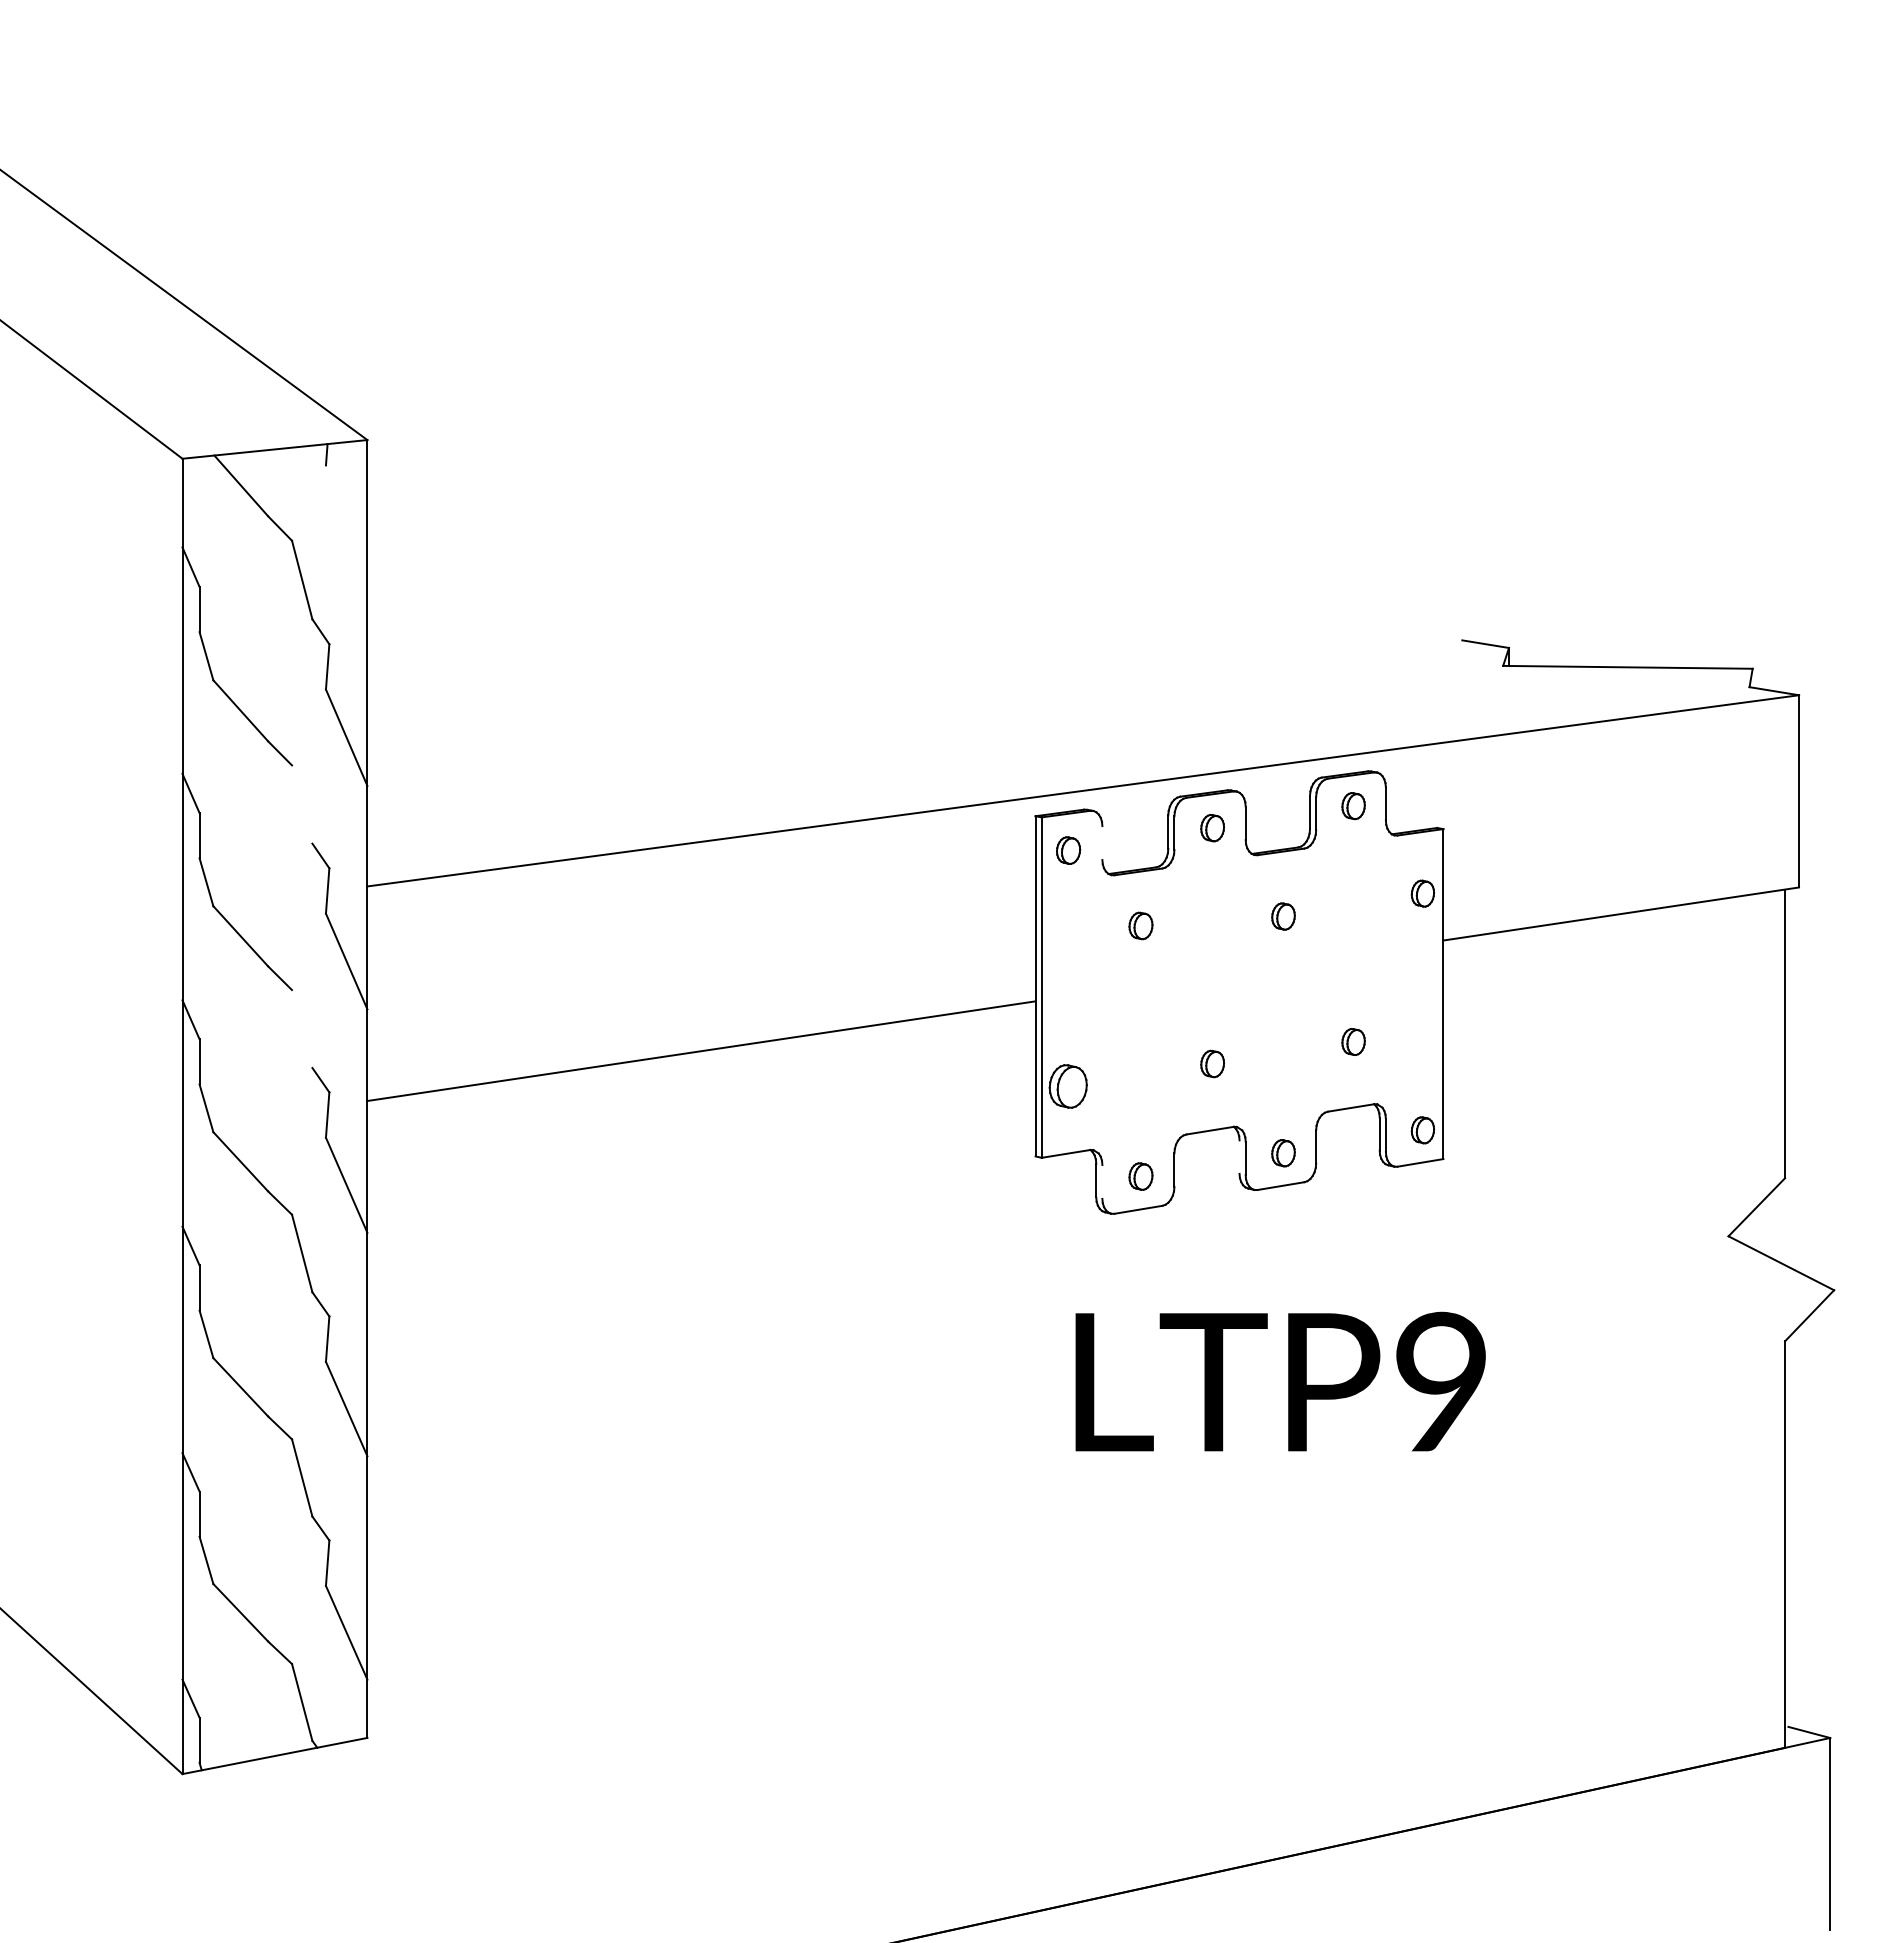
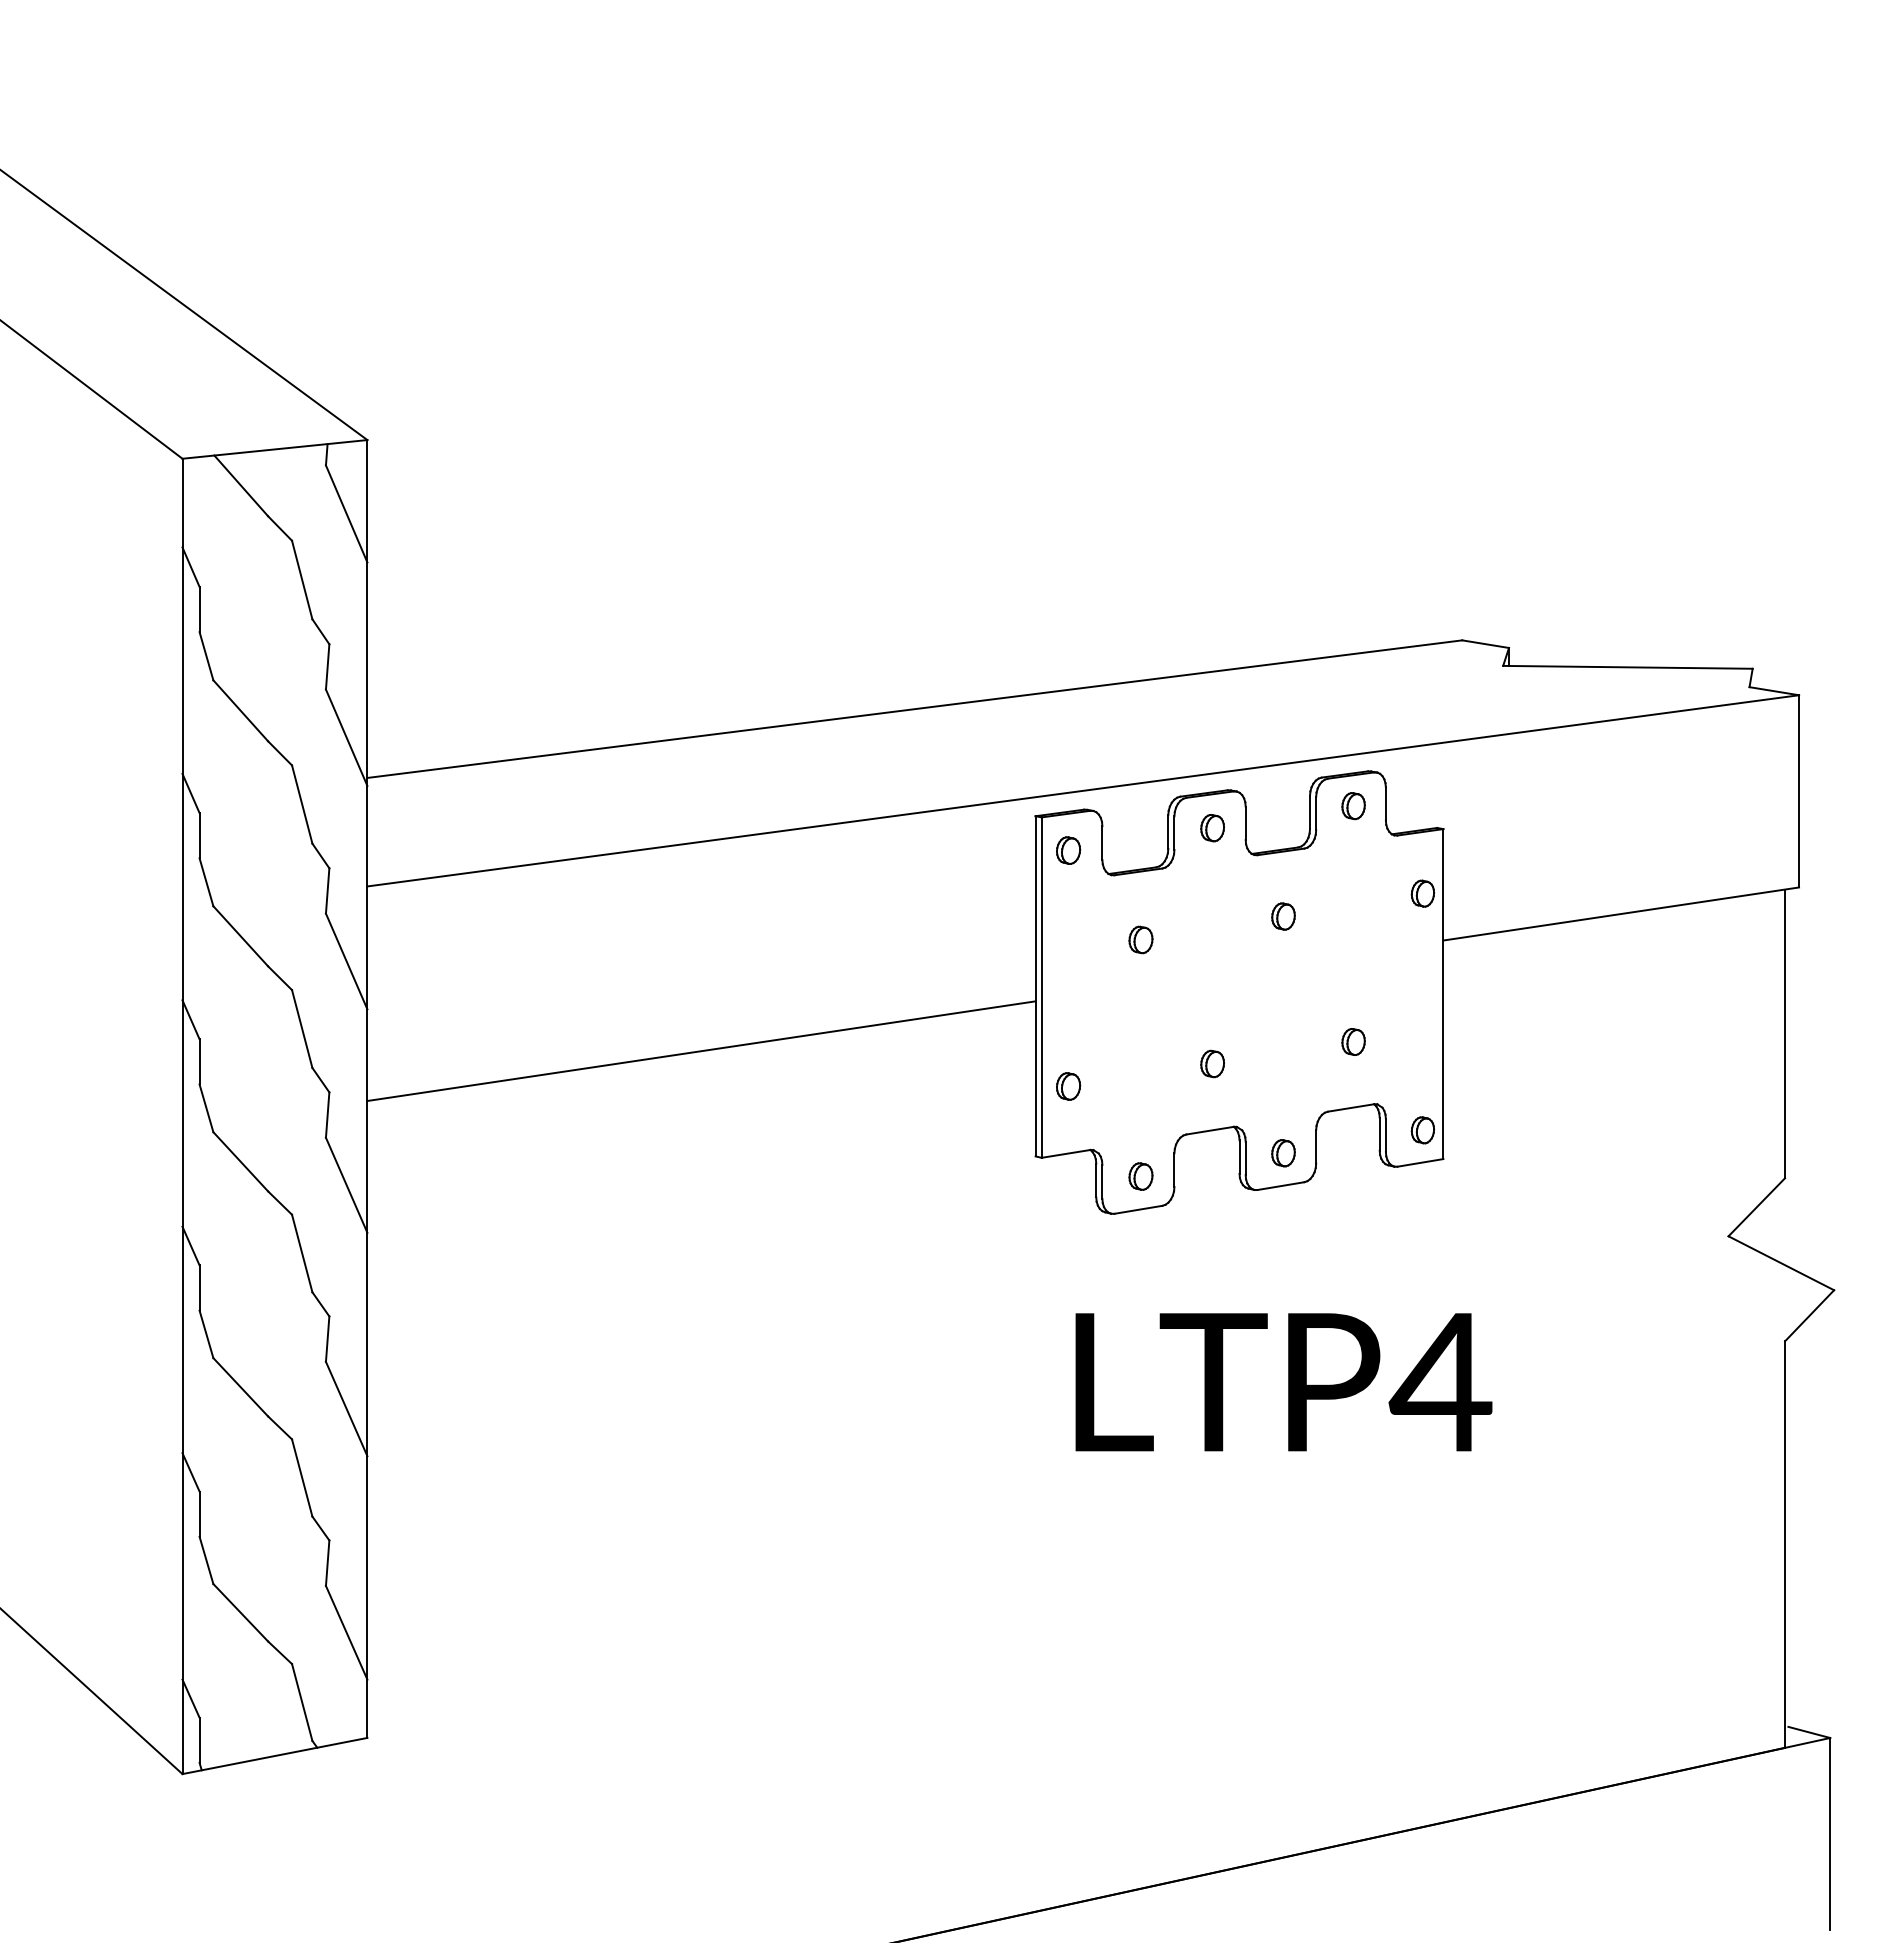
line at (346, 513): none -> present
line at (914, 708): none -> present
line at (302, 804): none -> present
line at (1102, 843): none -> present
part at (1140, 925) position: (1140, 925) -> (1140, 939)
line at (302, 1028): none -> present
part at (1067, 1086) size: 40x45 px -> 26x29 px
line at (1239, 1156): none -> present
line at (1102, 1181): none -> present
text at (1440, 1381): LTP9 -> LTP4
